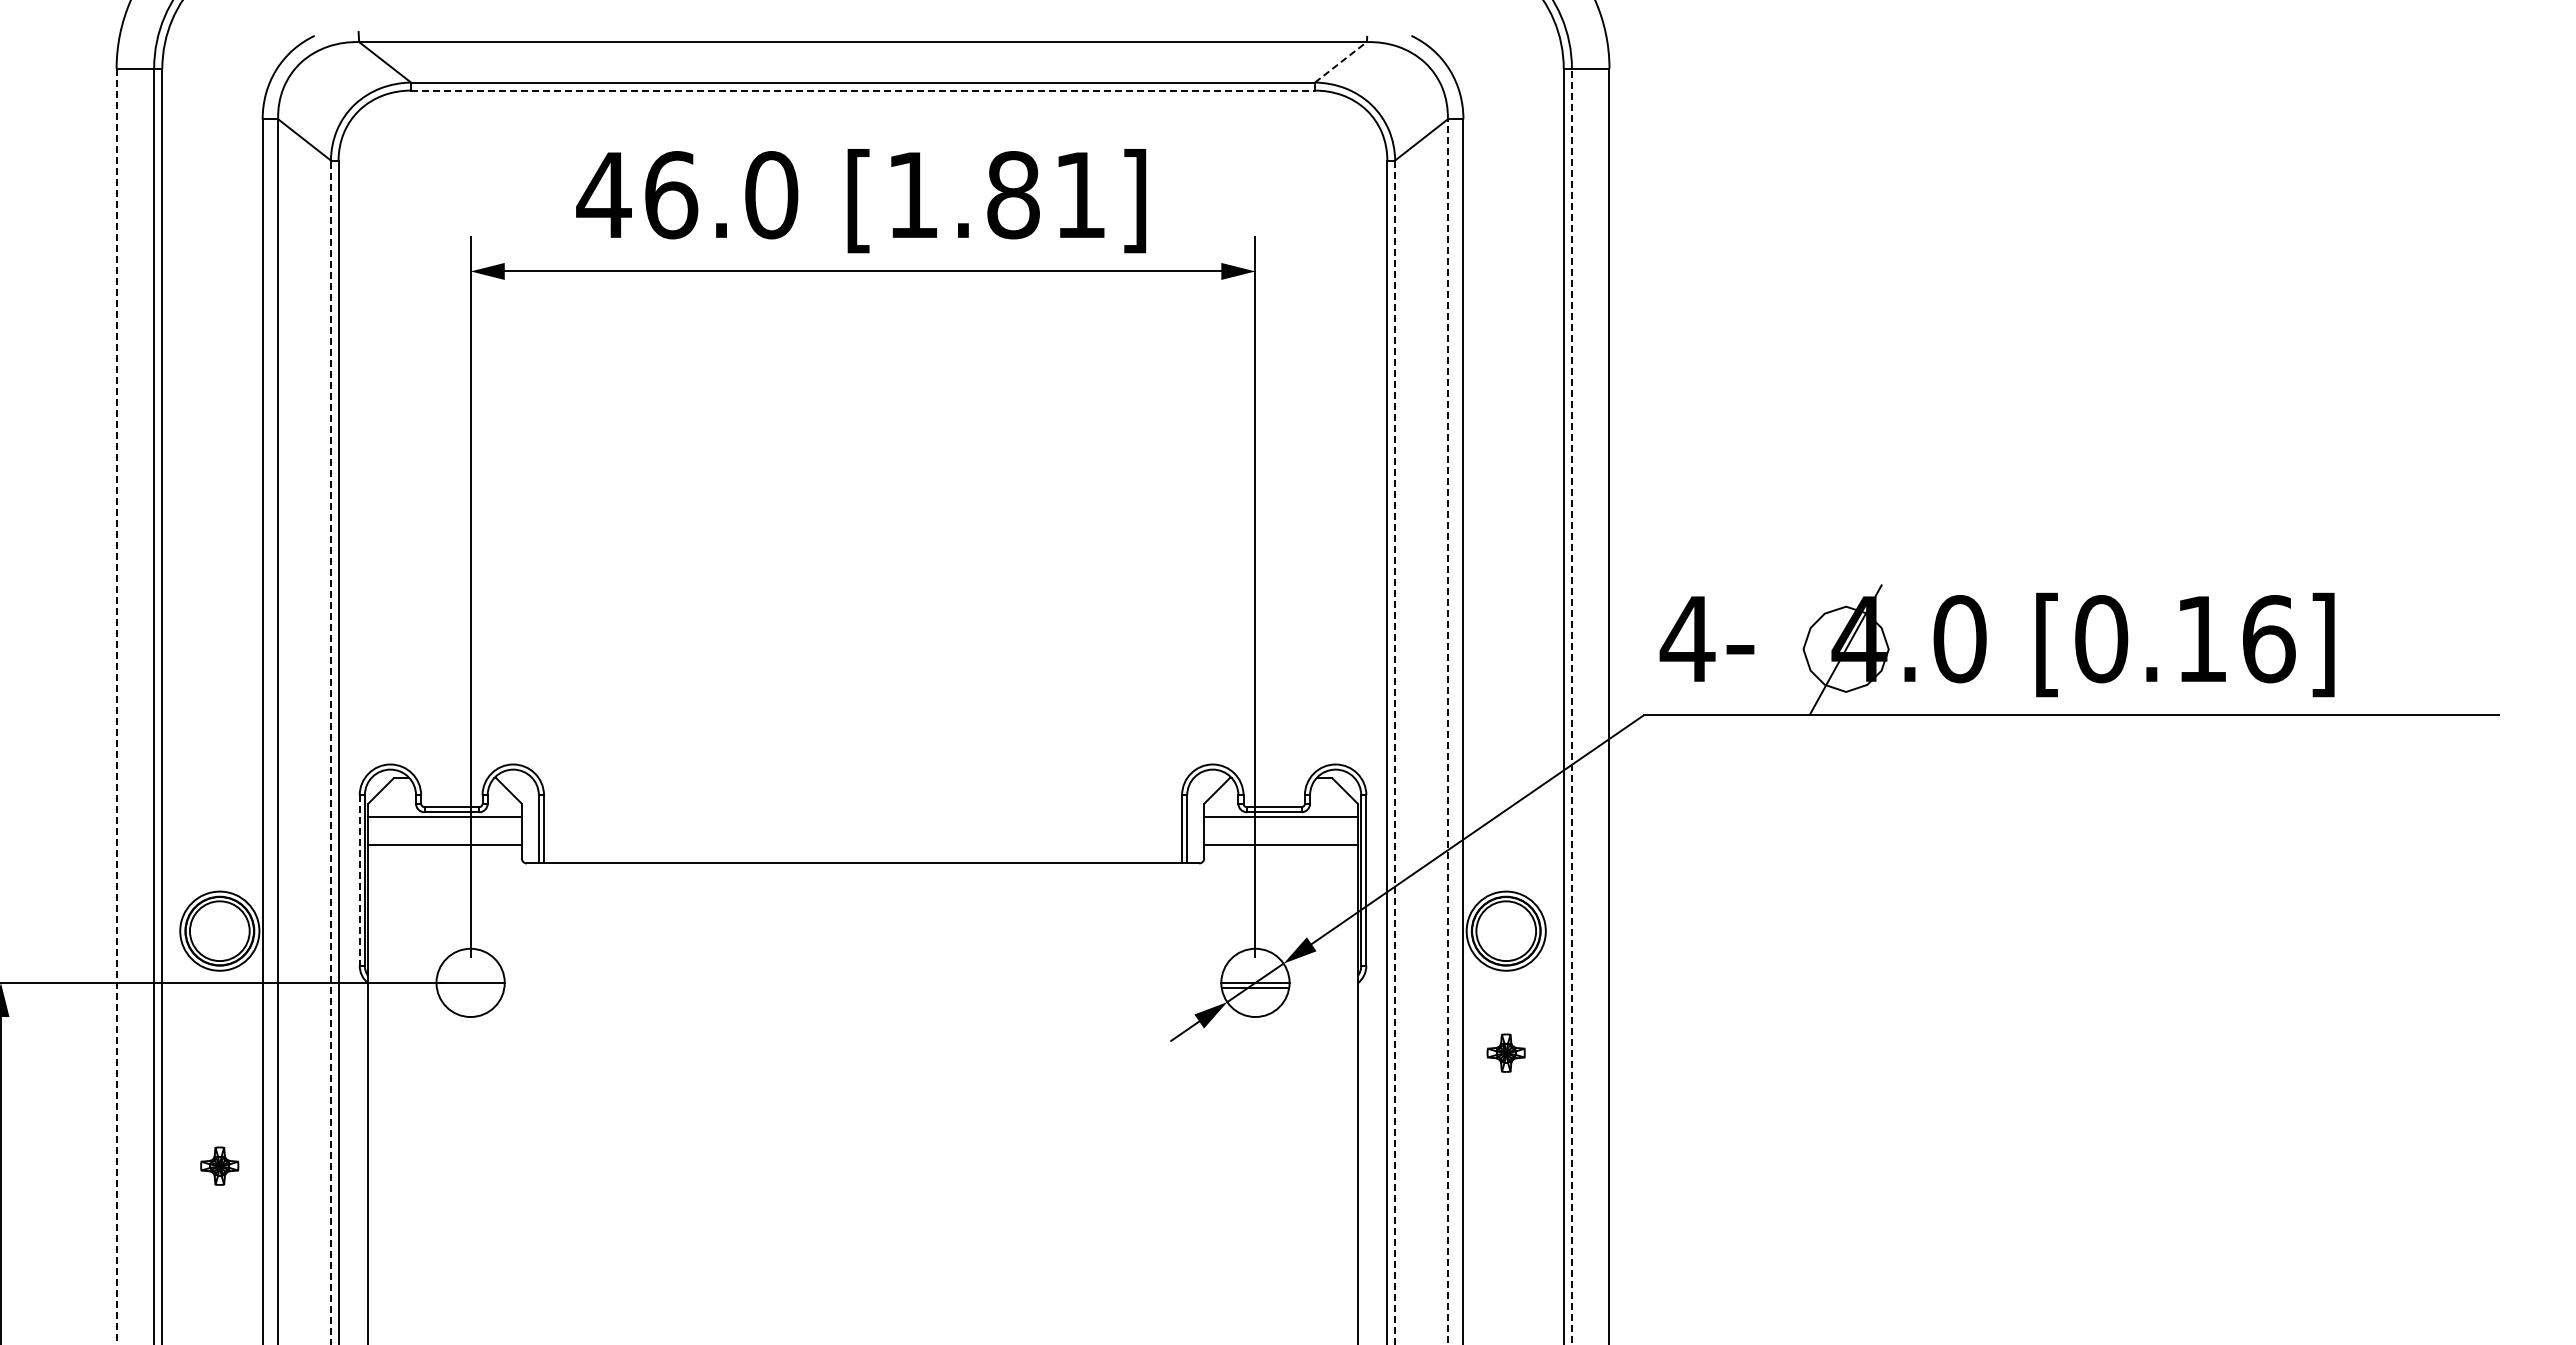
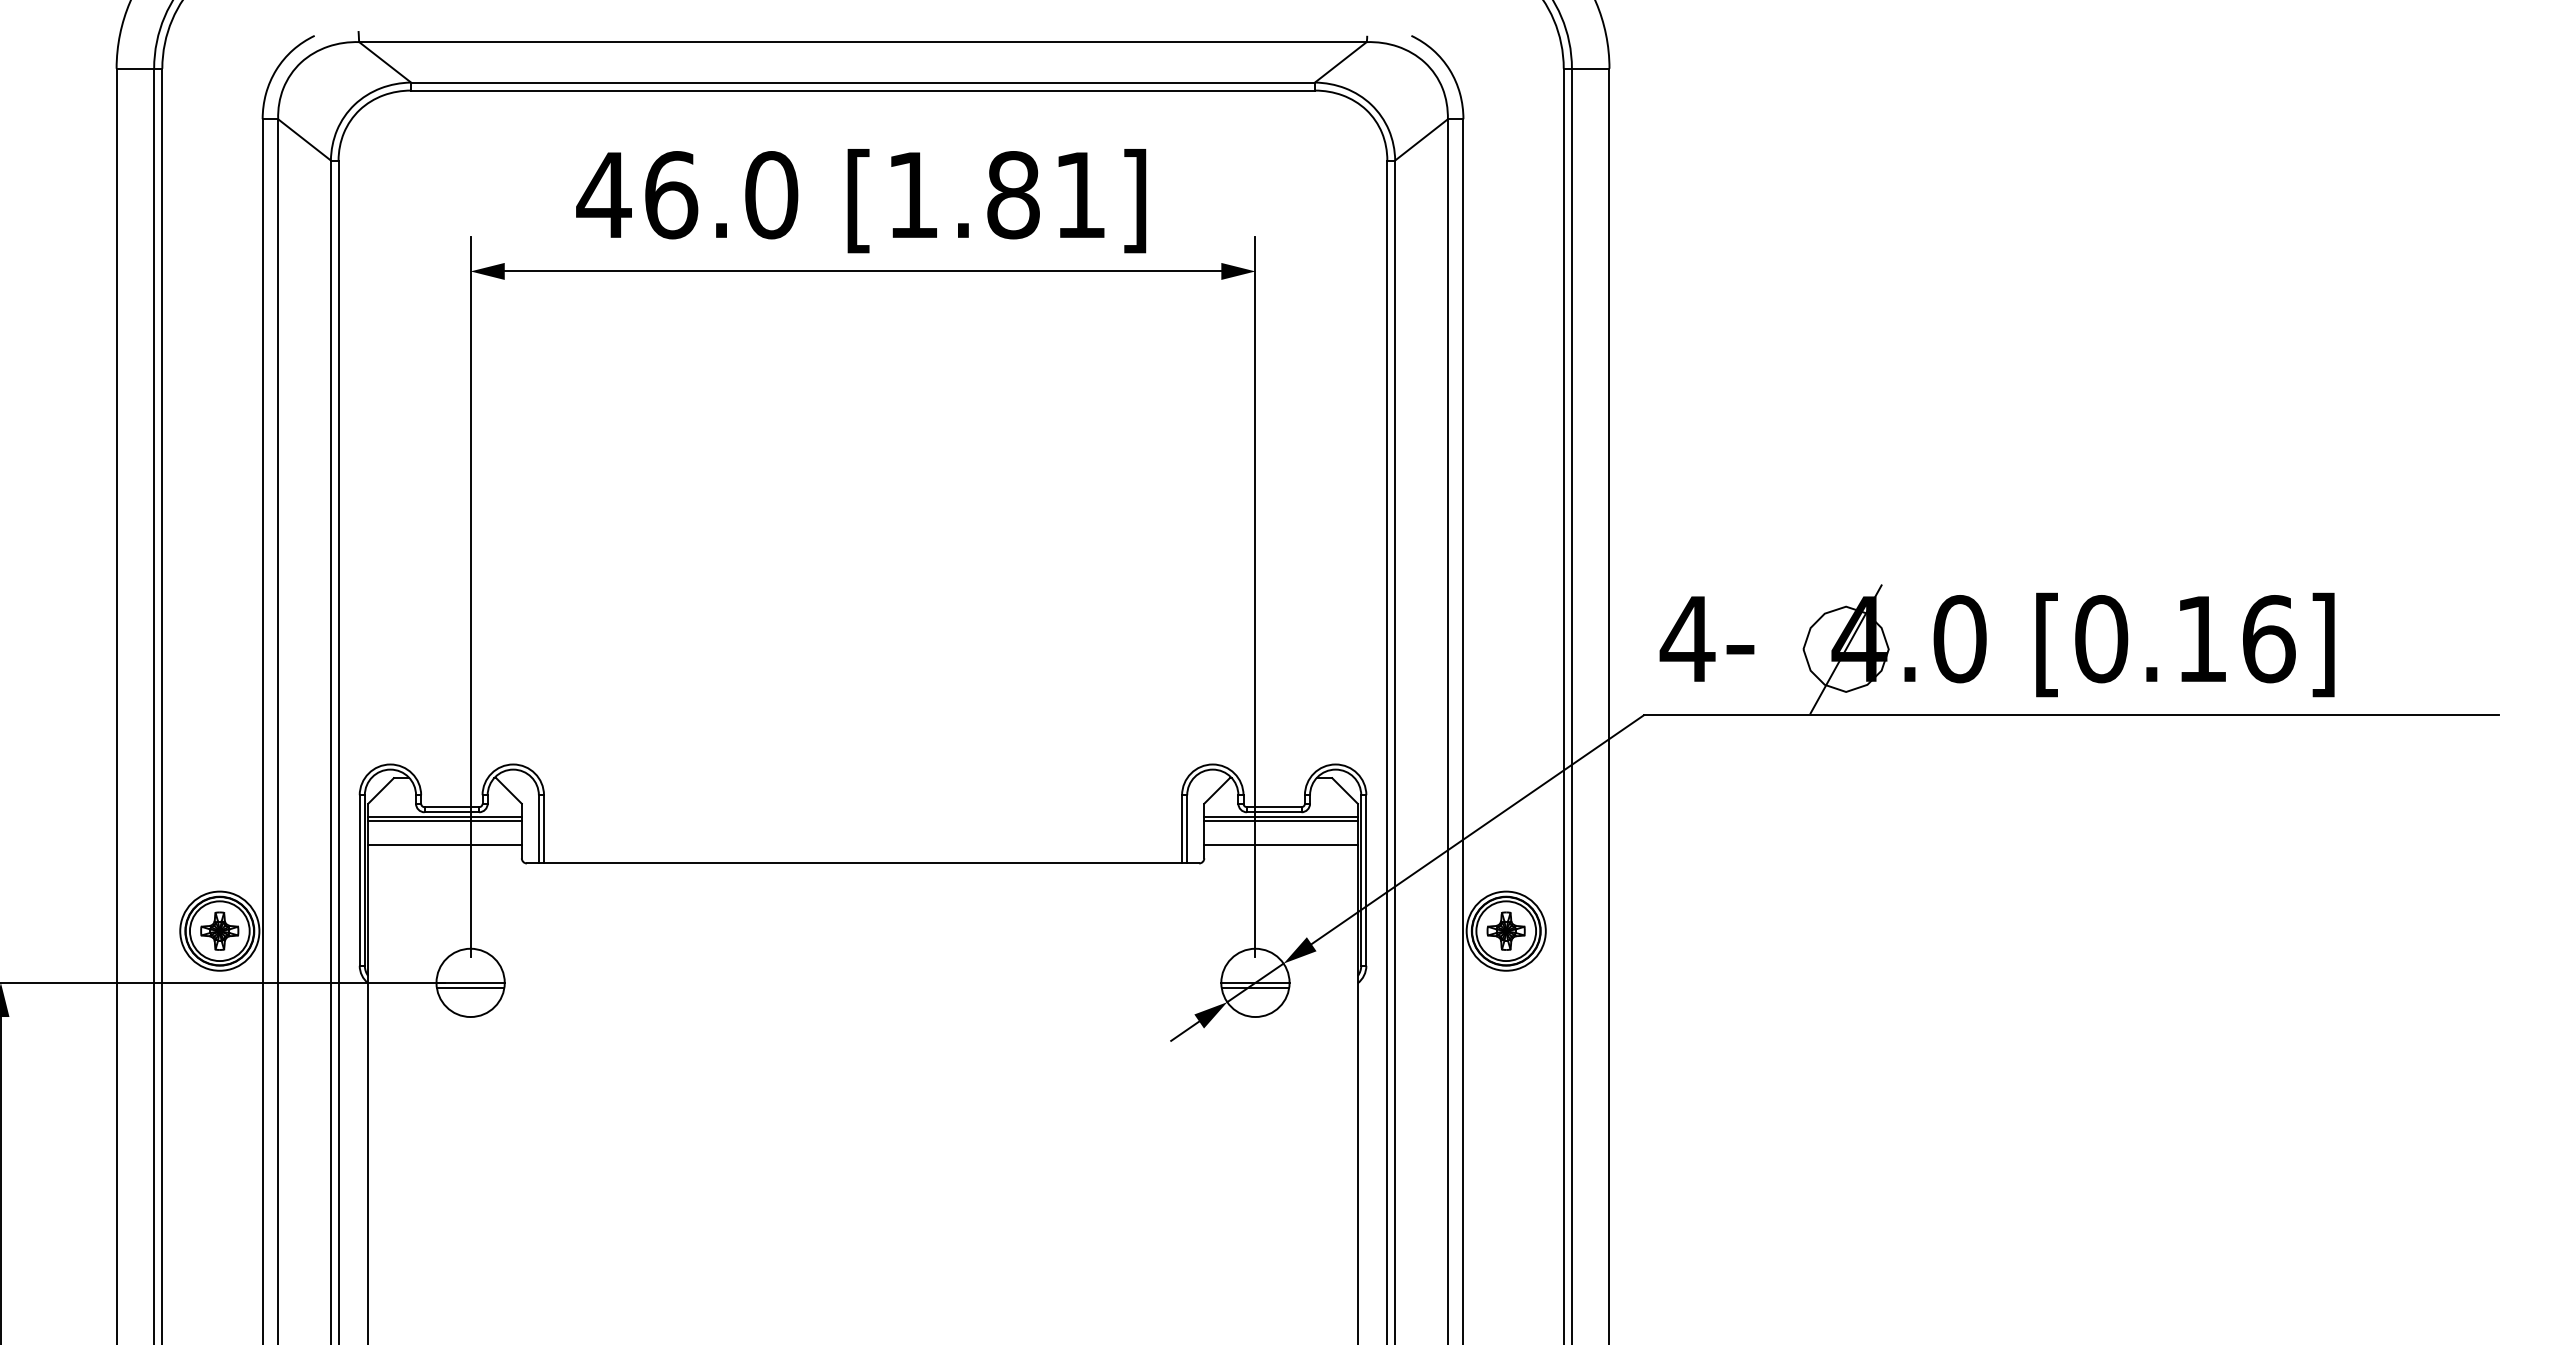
line at (1340, 62): dashed -> solid
line at (863, 90): dashed -> solid
line at (116, 706): dashed -> solid
line at (1571, 706): dashed -> solid
line at (1447, 732): dashed -> solid
line at (330, 752): dashed -> solid
line at (1395, 752): dashed -> solid
line at (444, 820): none -> present
line at (1280, 820): none -> present
line at (359, 881): dashed -> solid
line at (470, 988): none -> present
part at (1505, 1052) position: (1505, 1052) -> (1505, 930)
part at (219, 1165) position: (219, 1165) -> (219, 930)
